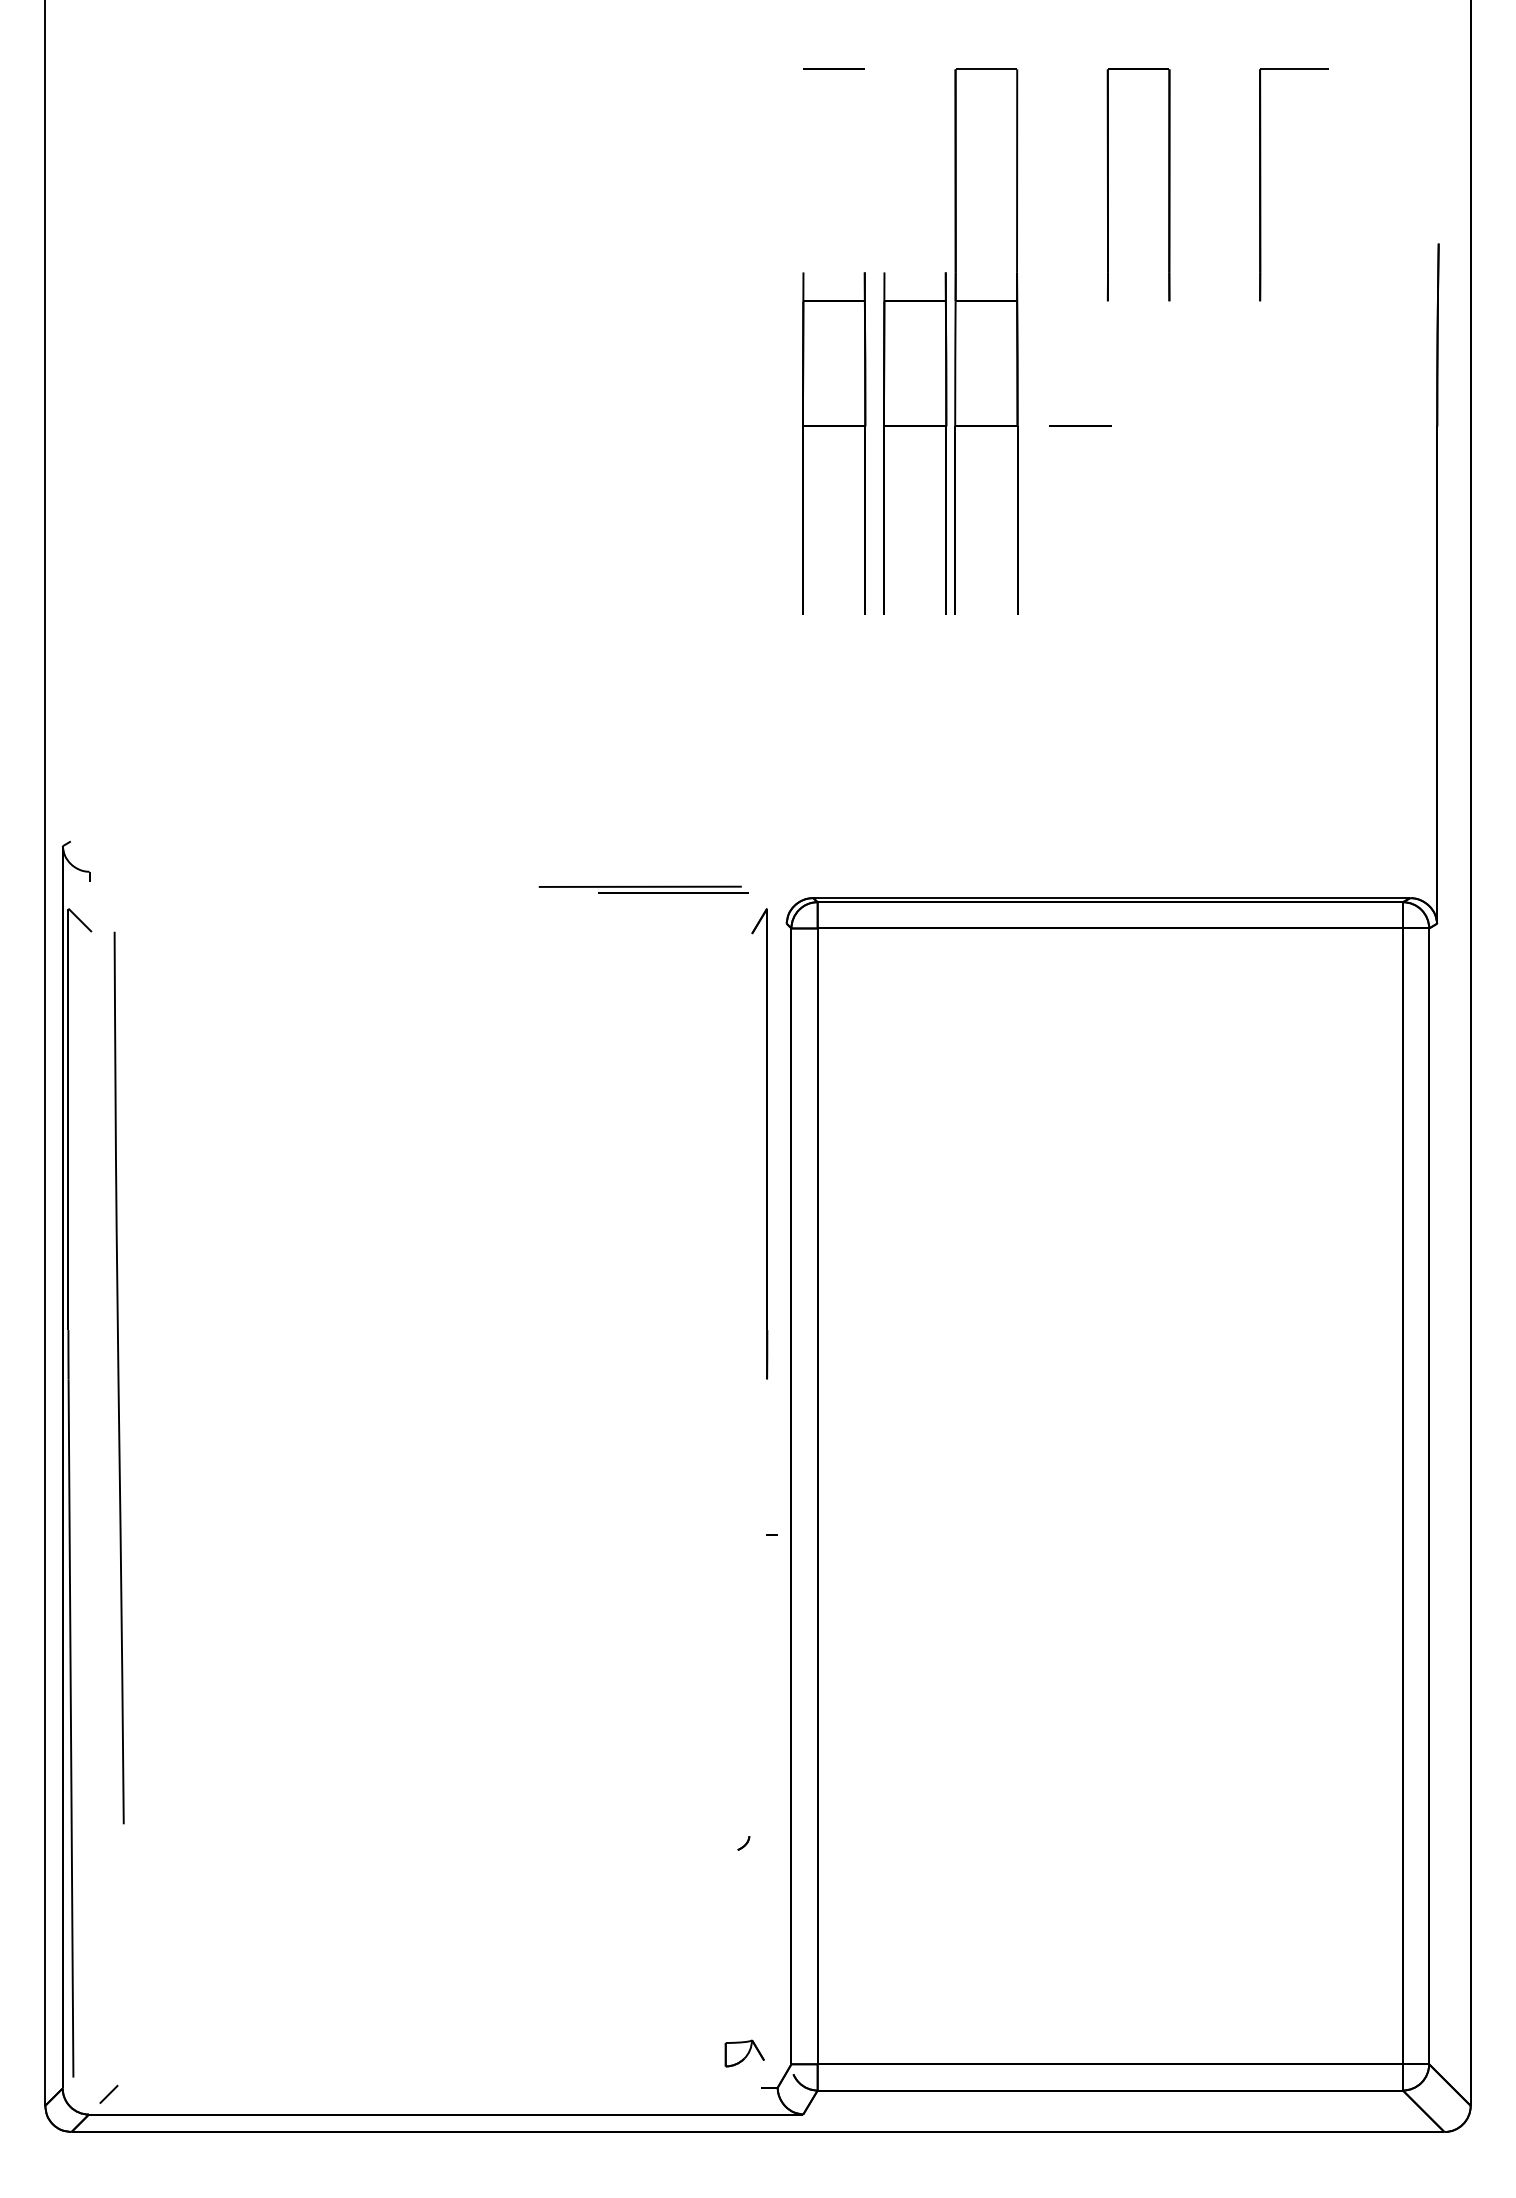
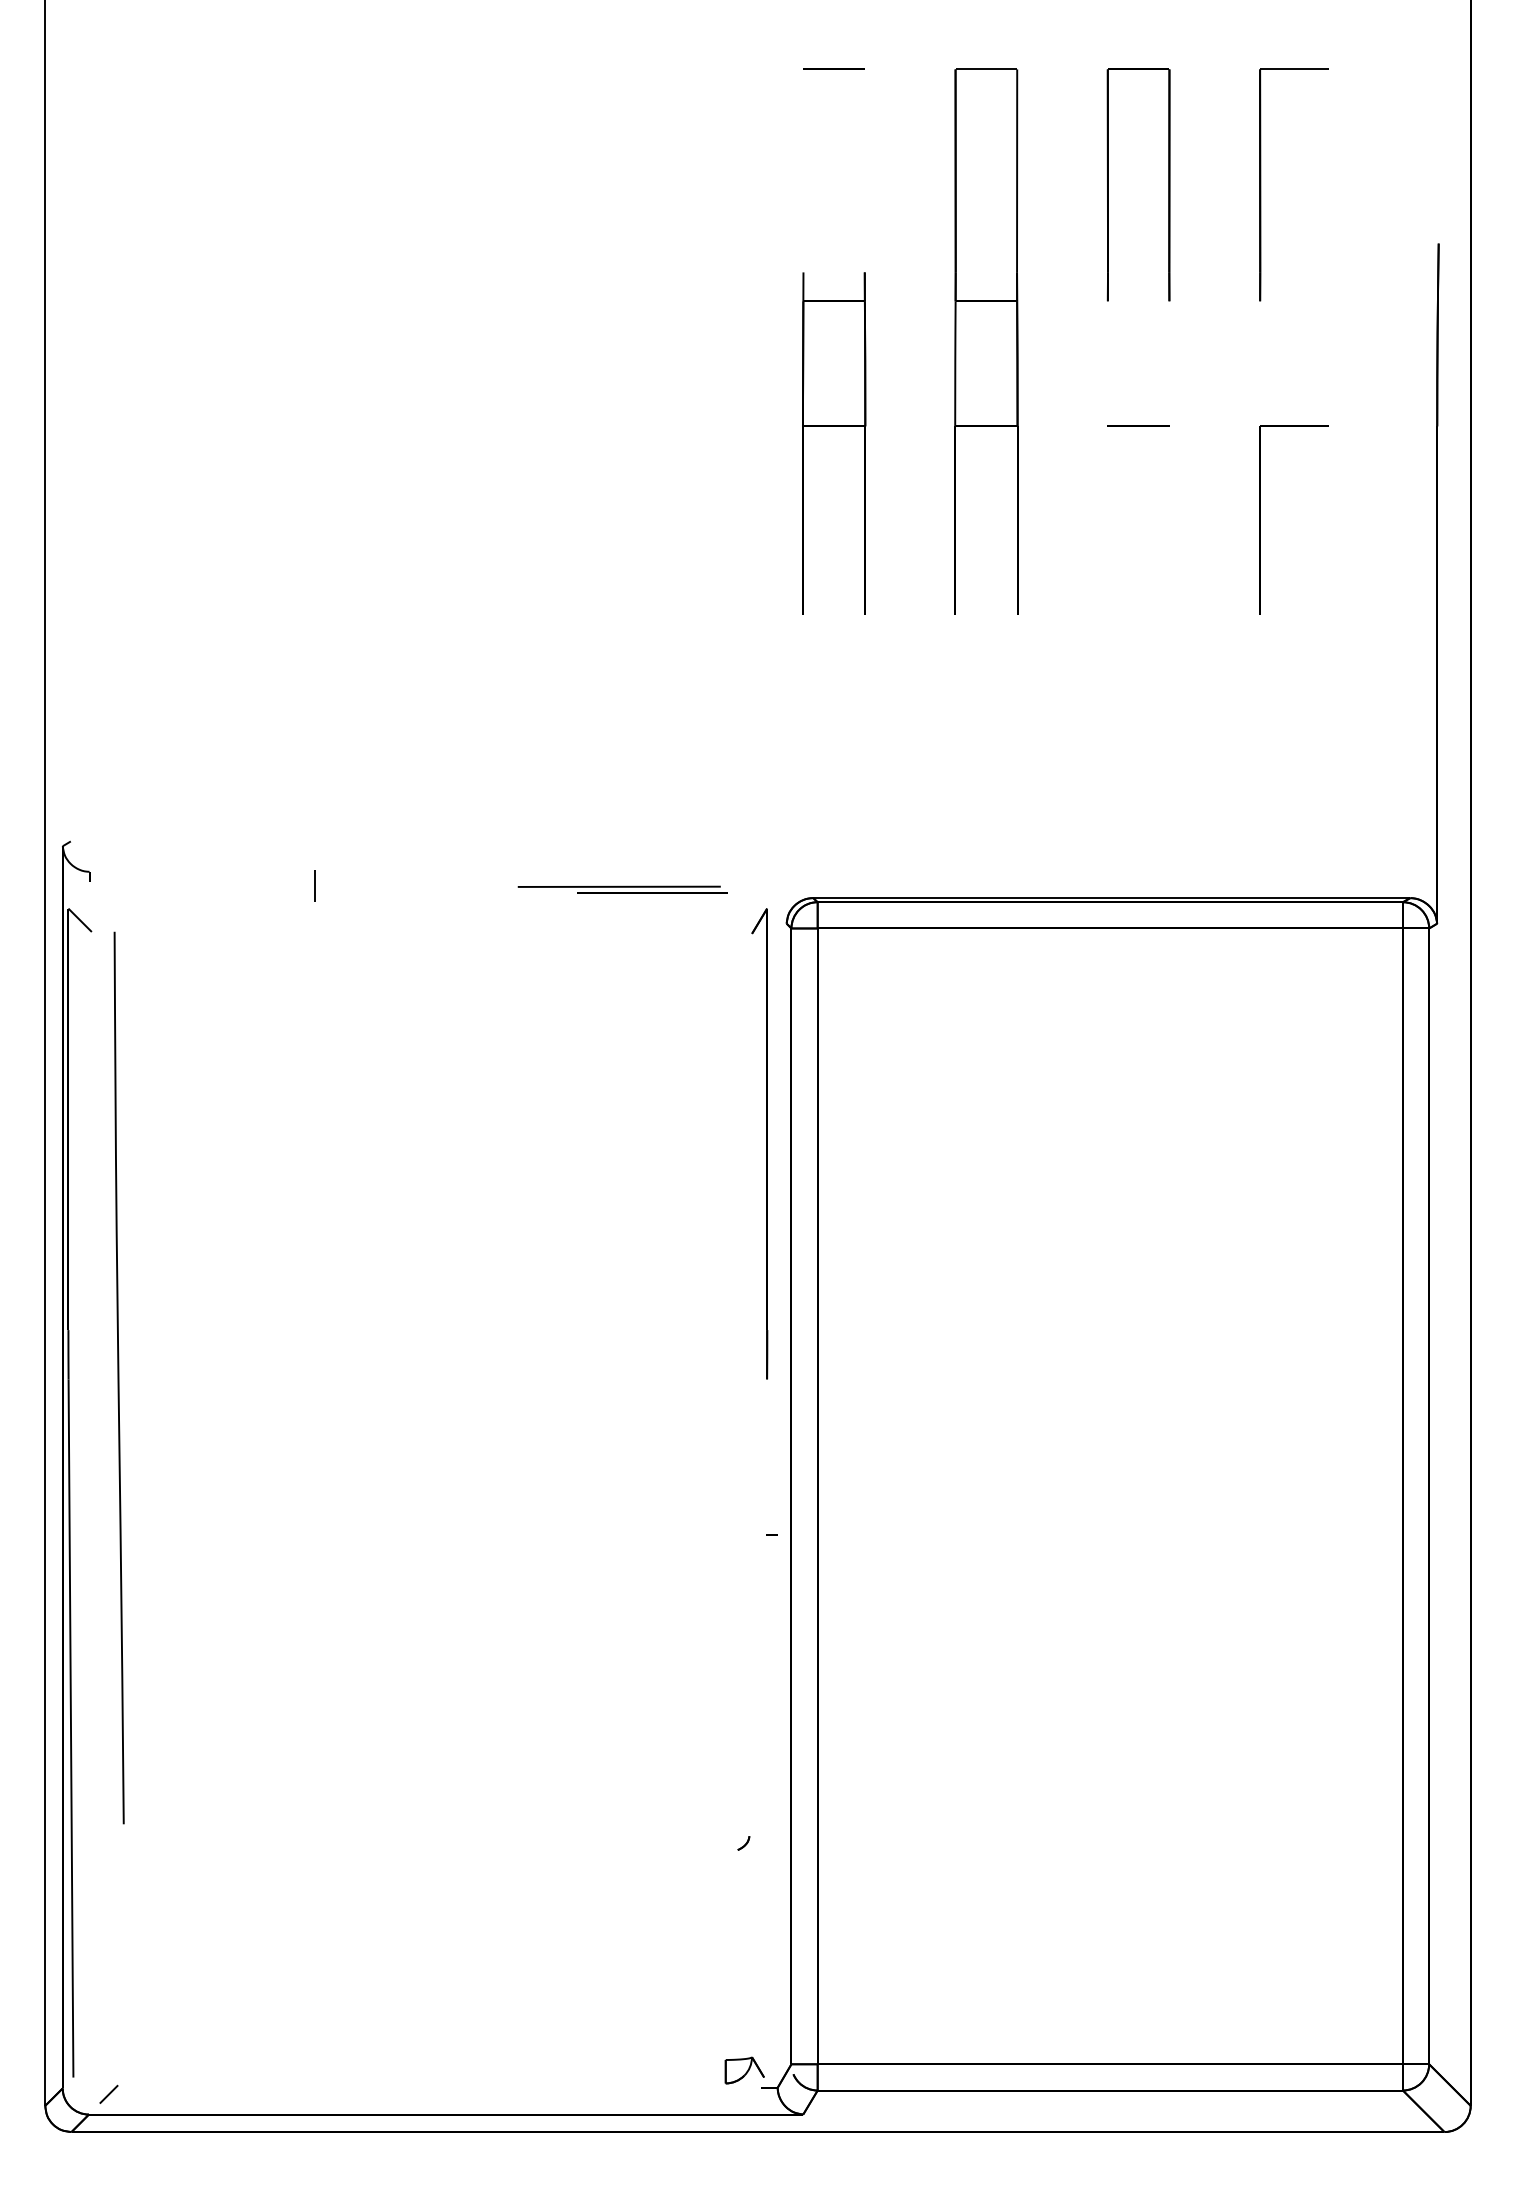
line at (1080, 425) position: (1080, 425) -> (1138, 425)
part at (915, 426): present -> none
part at (1260, 519): none -> present
line at (314, 885): none -> present
part at (643, 889) position: (643, 889) -> (622, 889)
part at (744, 2053) position: (744, 2053) -> (744, 2070)
